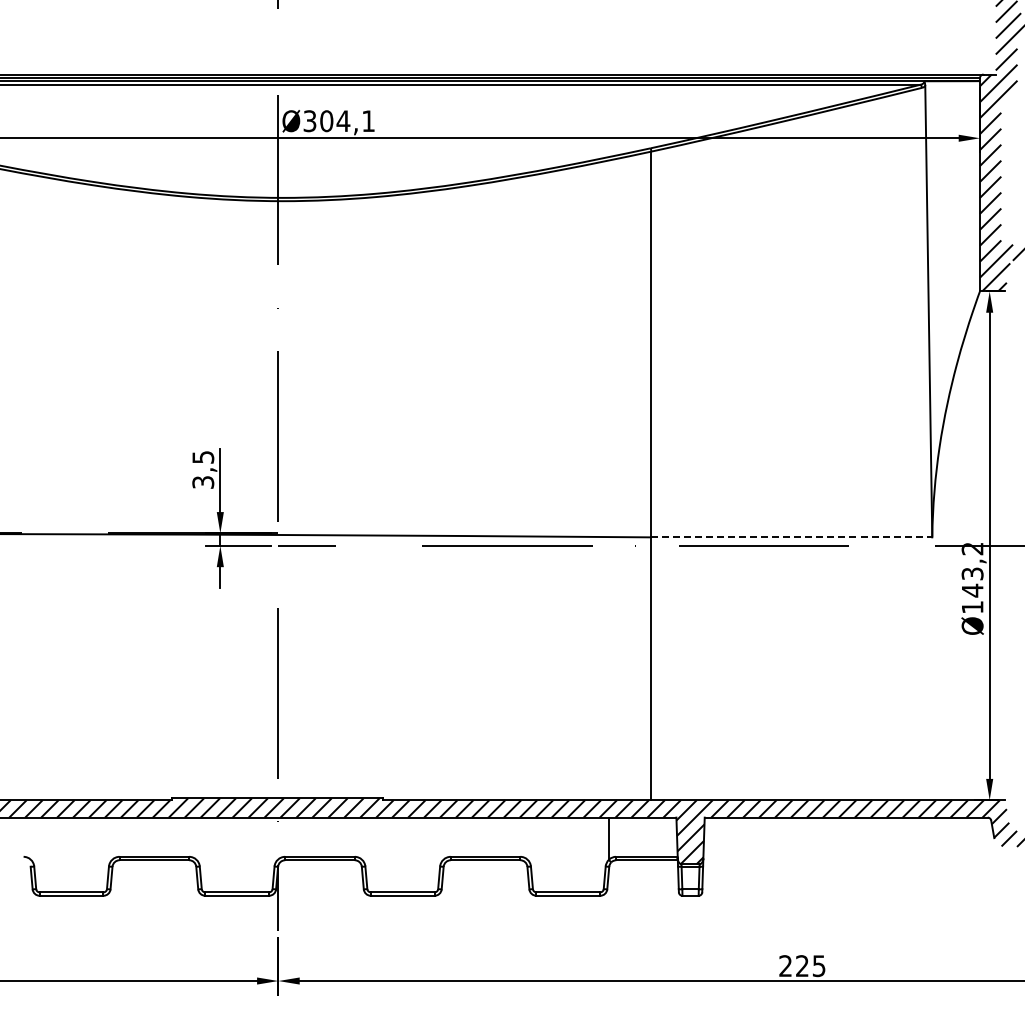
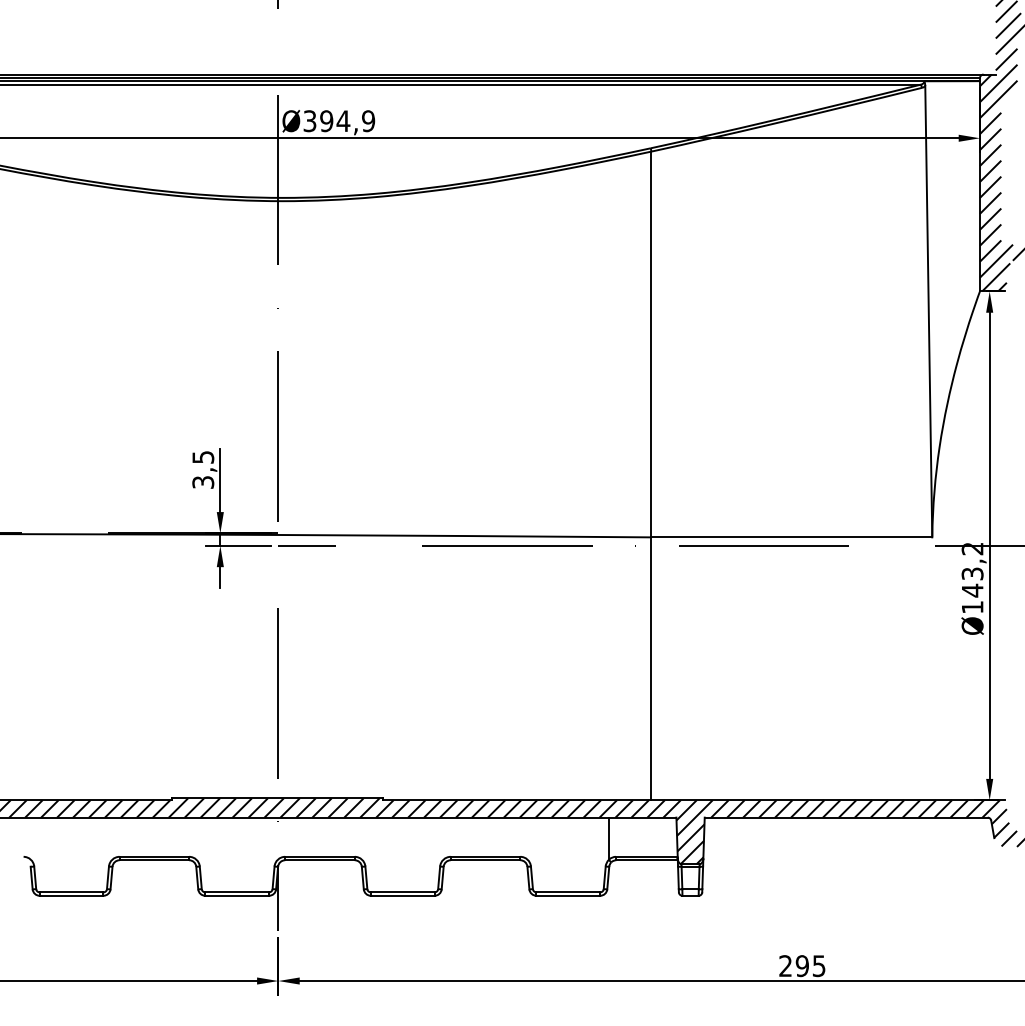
text at (347, 121): Ø304,1 -> Ø394,9
line at (792, 537): dashed -> solid
text at (801, 966): 225 -> 295
